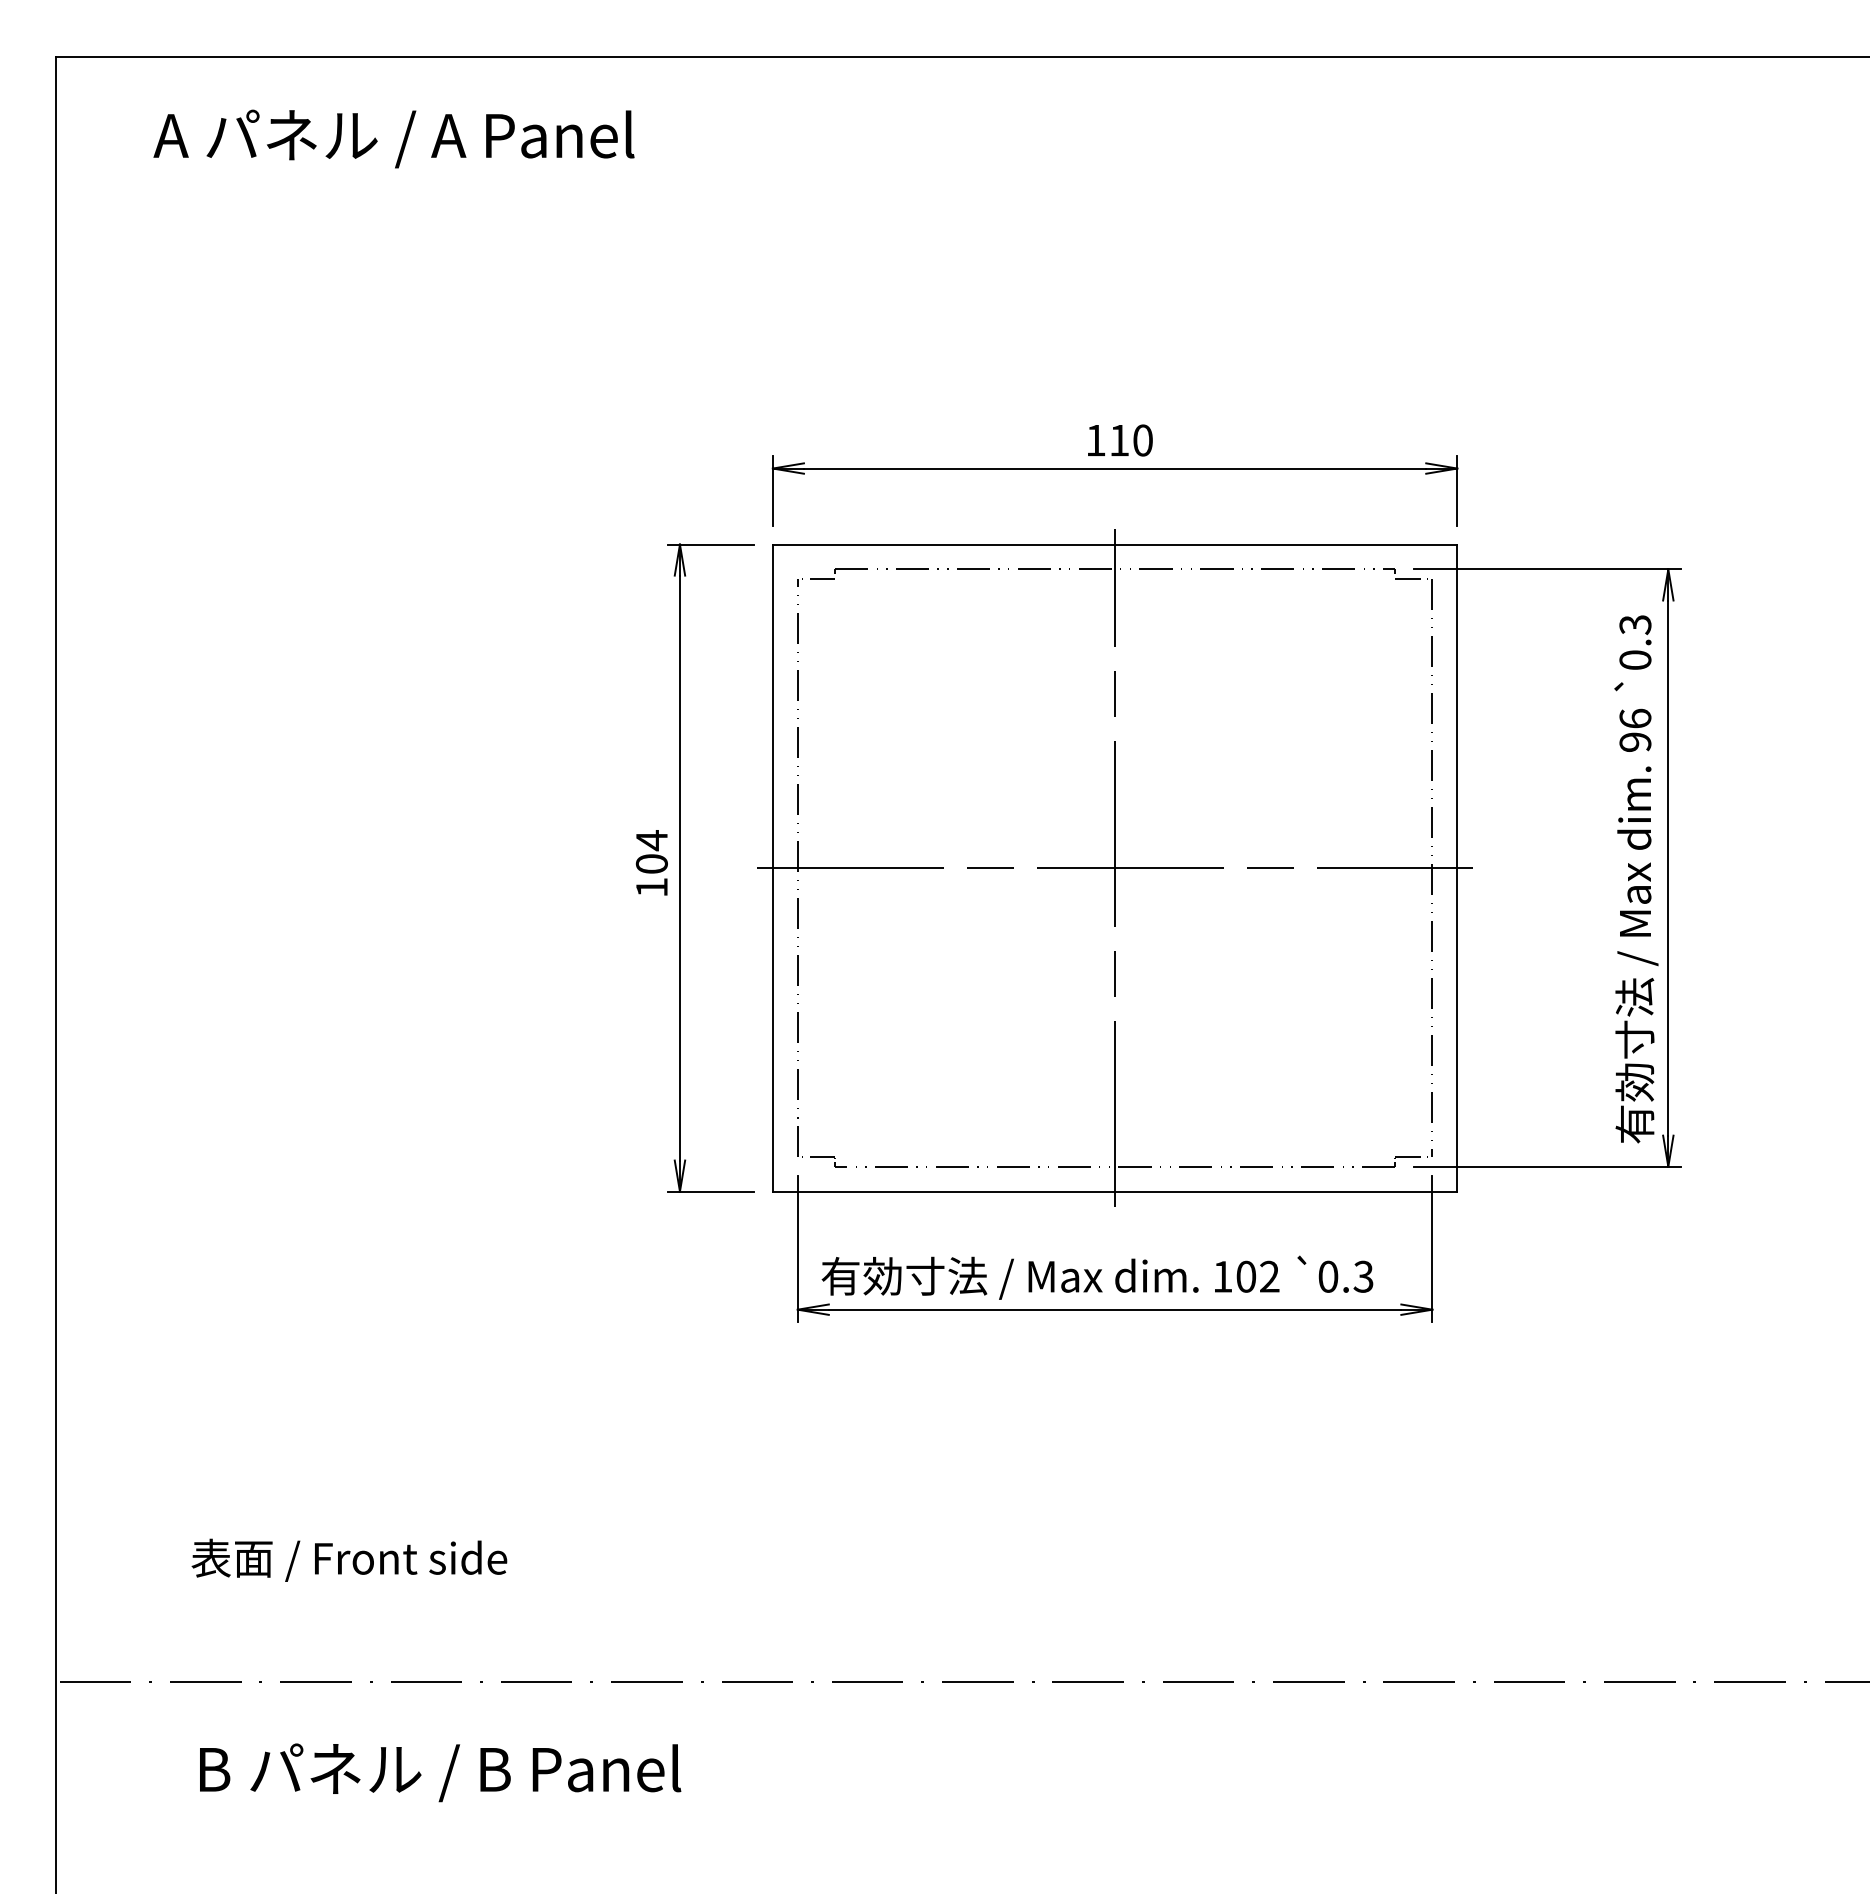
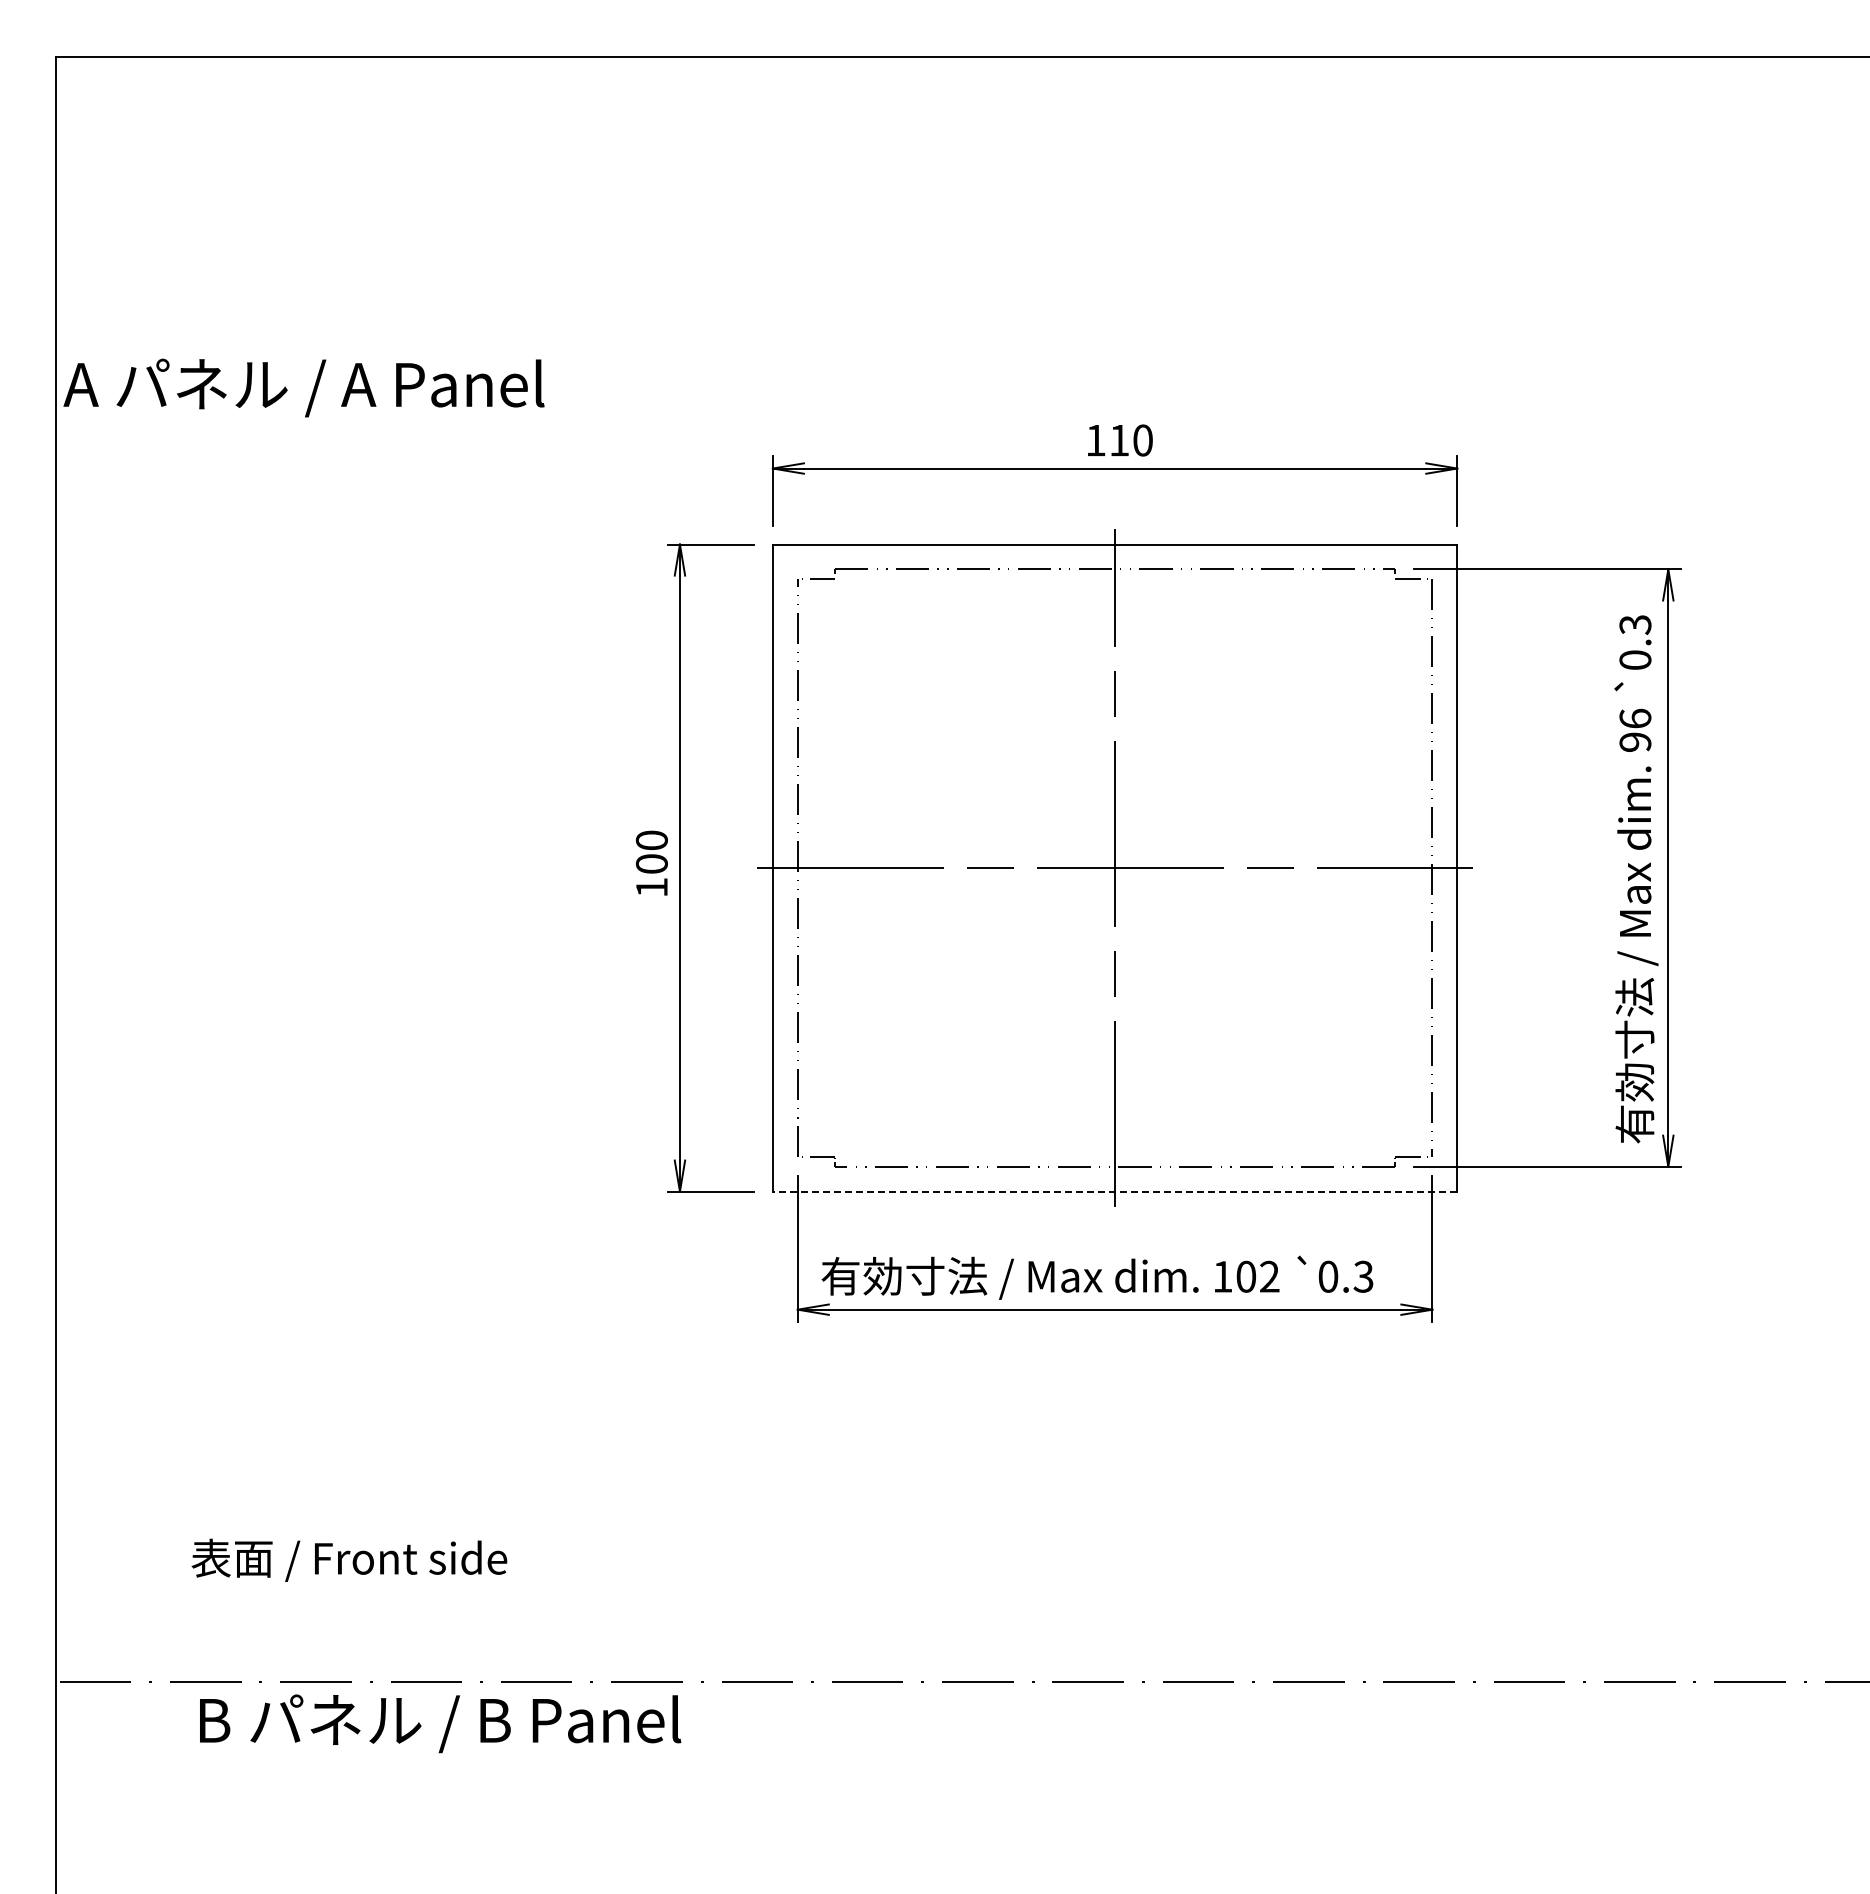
text at (393, 138) position: (393, 138) -> (303, 387)
text at (651, 840): 104 -> 100
line at (1114, 1191): solid -> dashed
text at (440, 1772) position: (440, 1772) -> (440, 1723)
